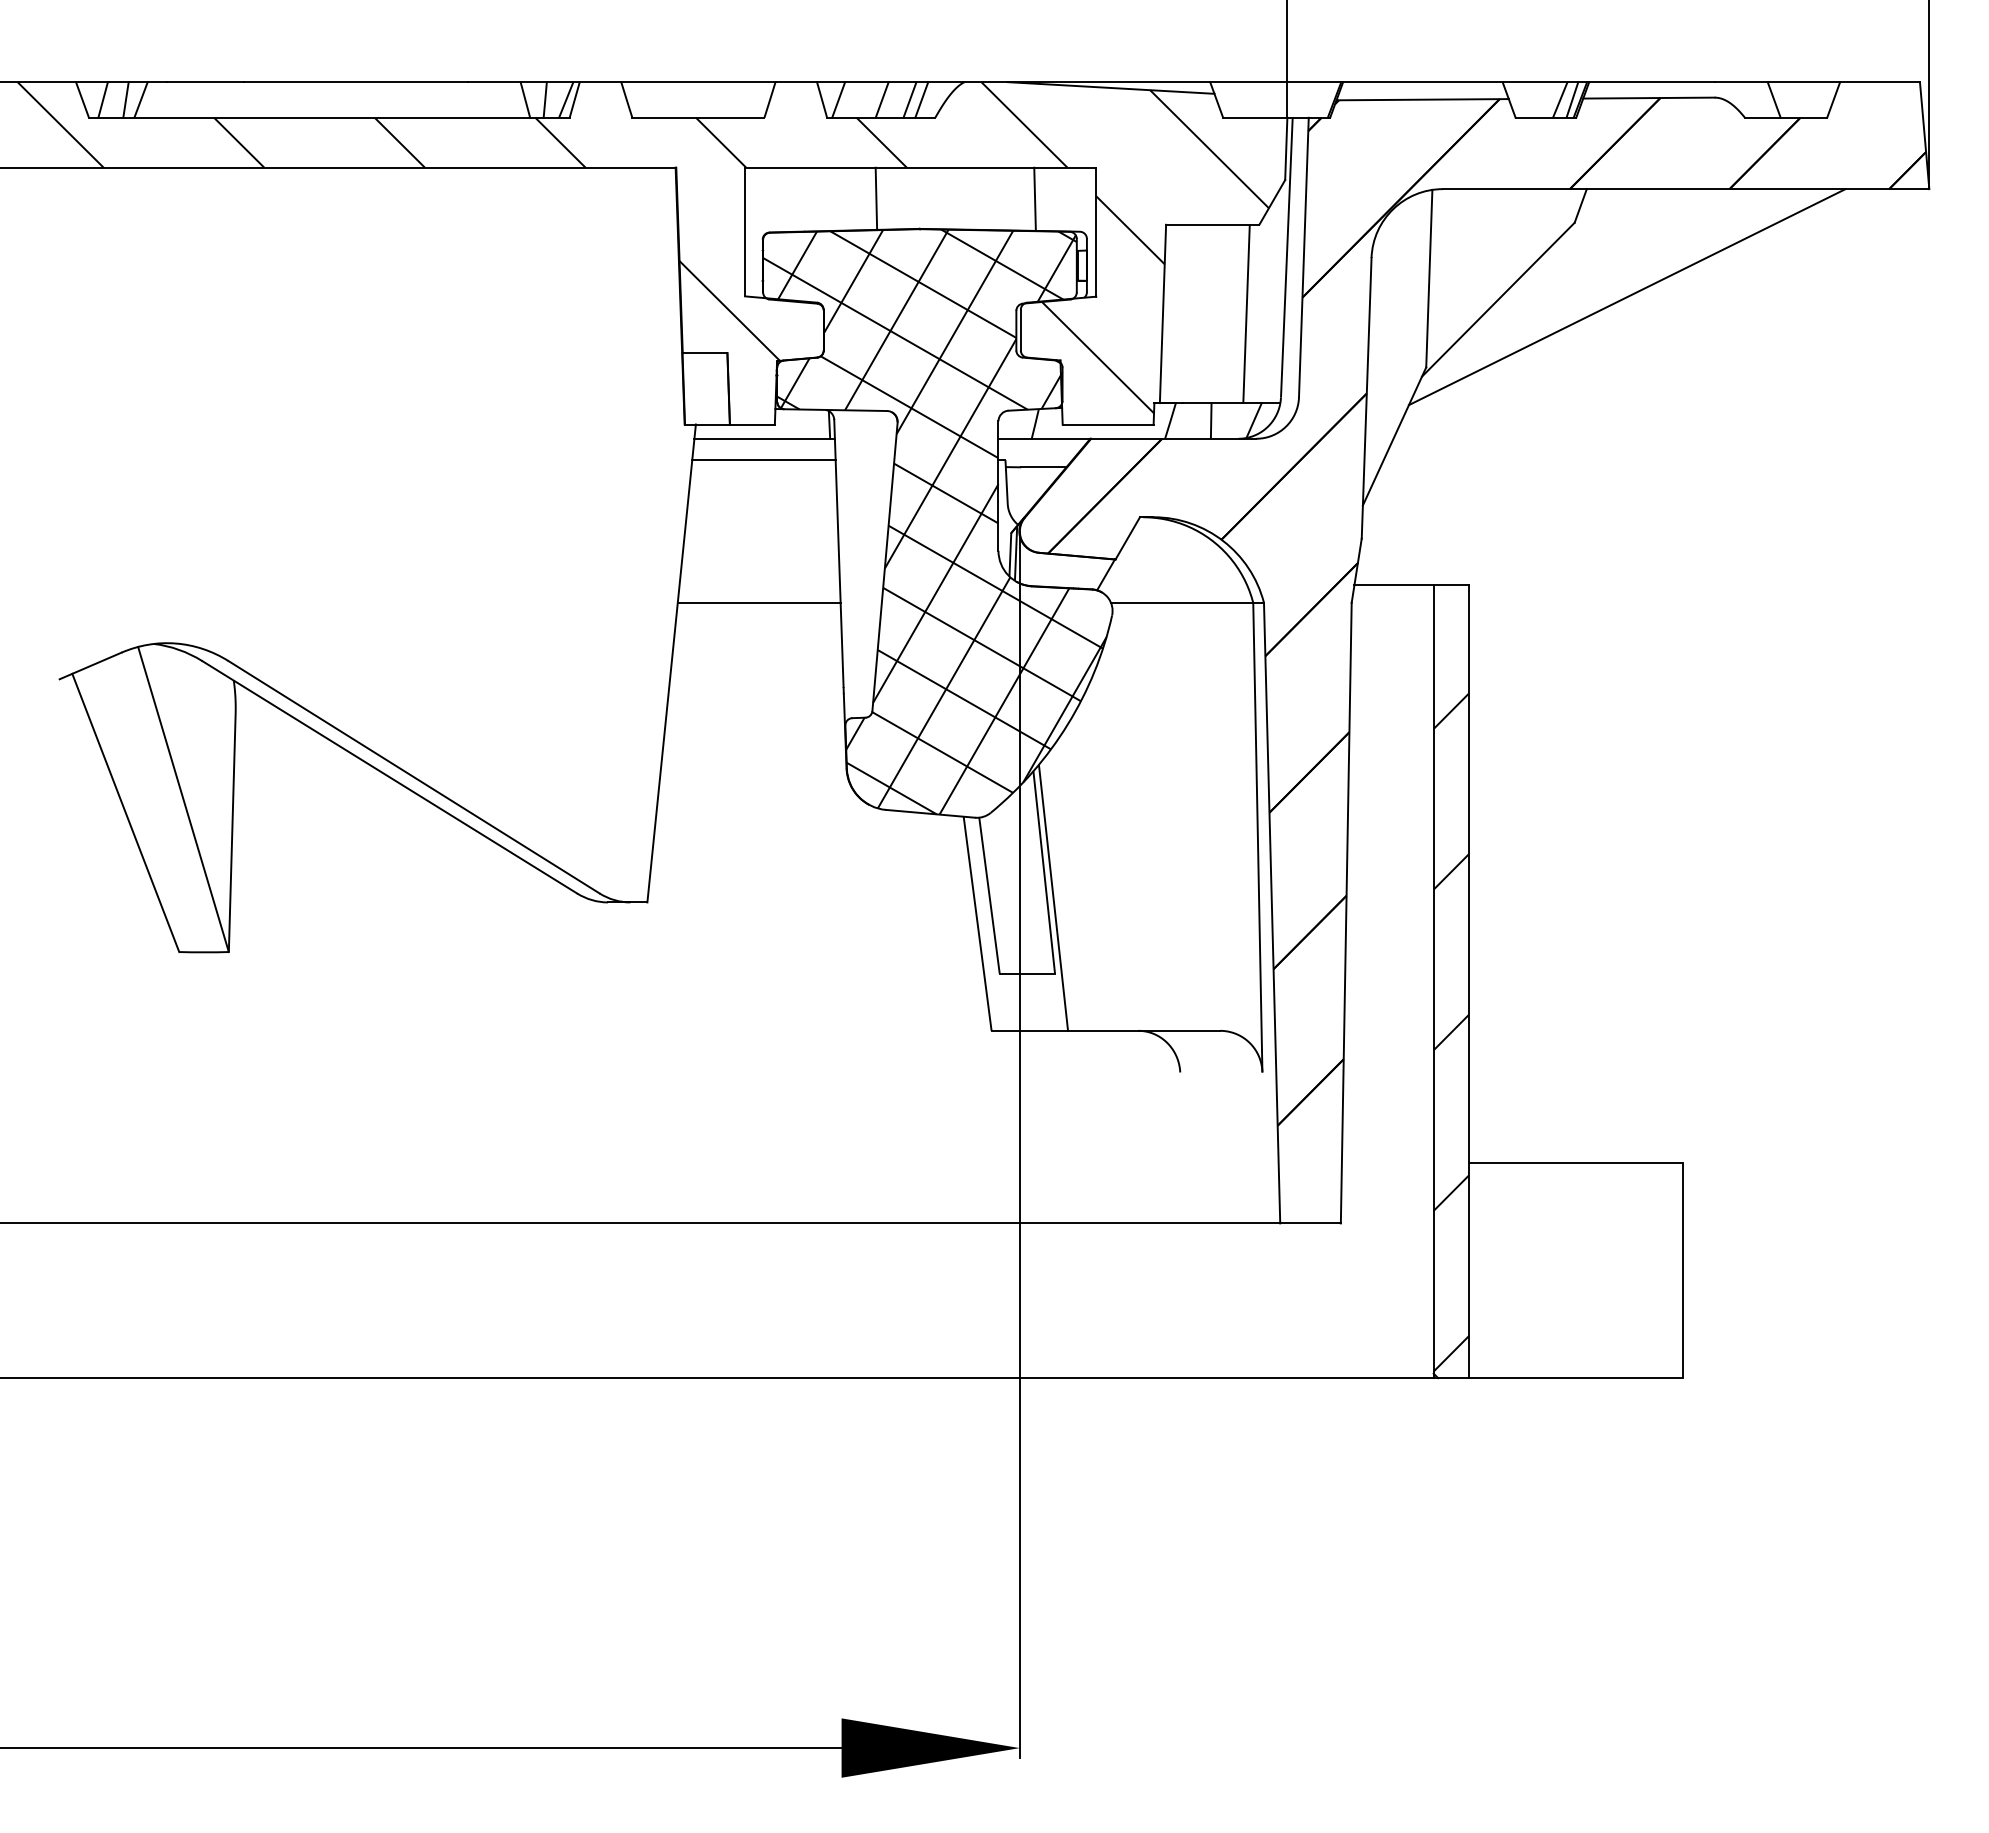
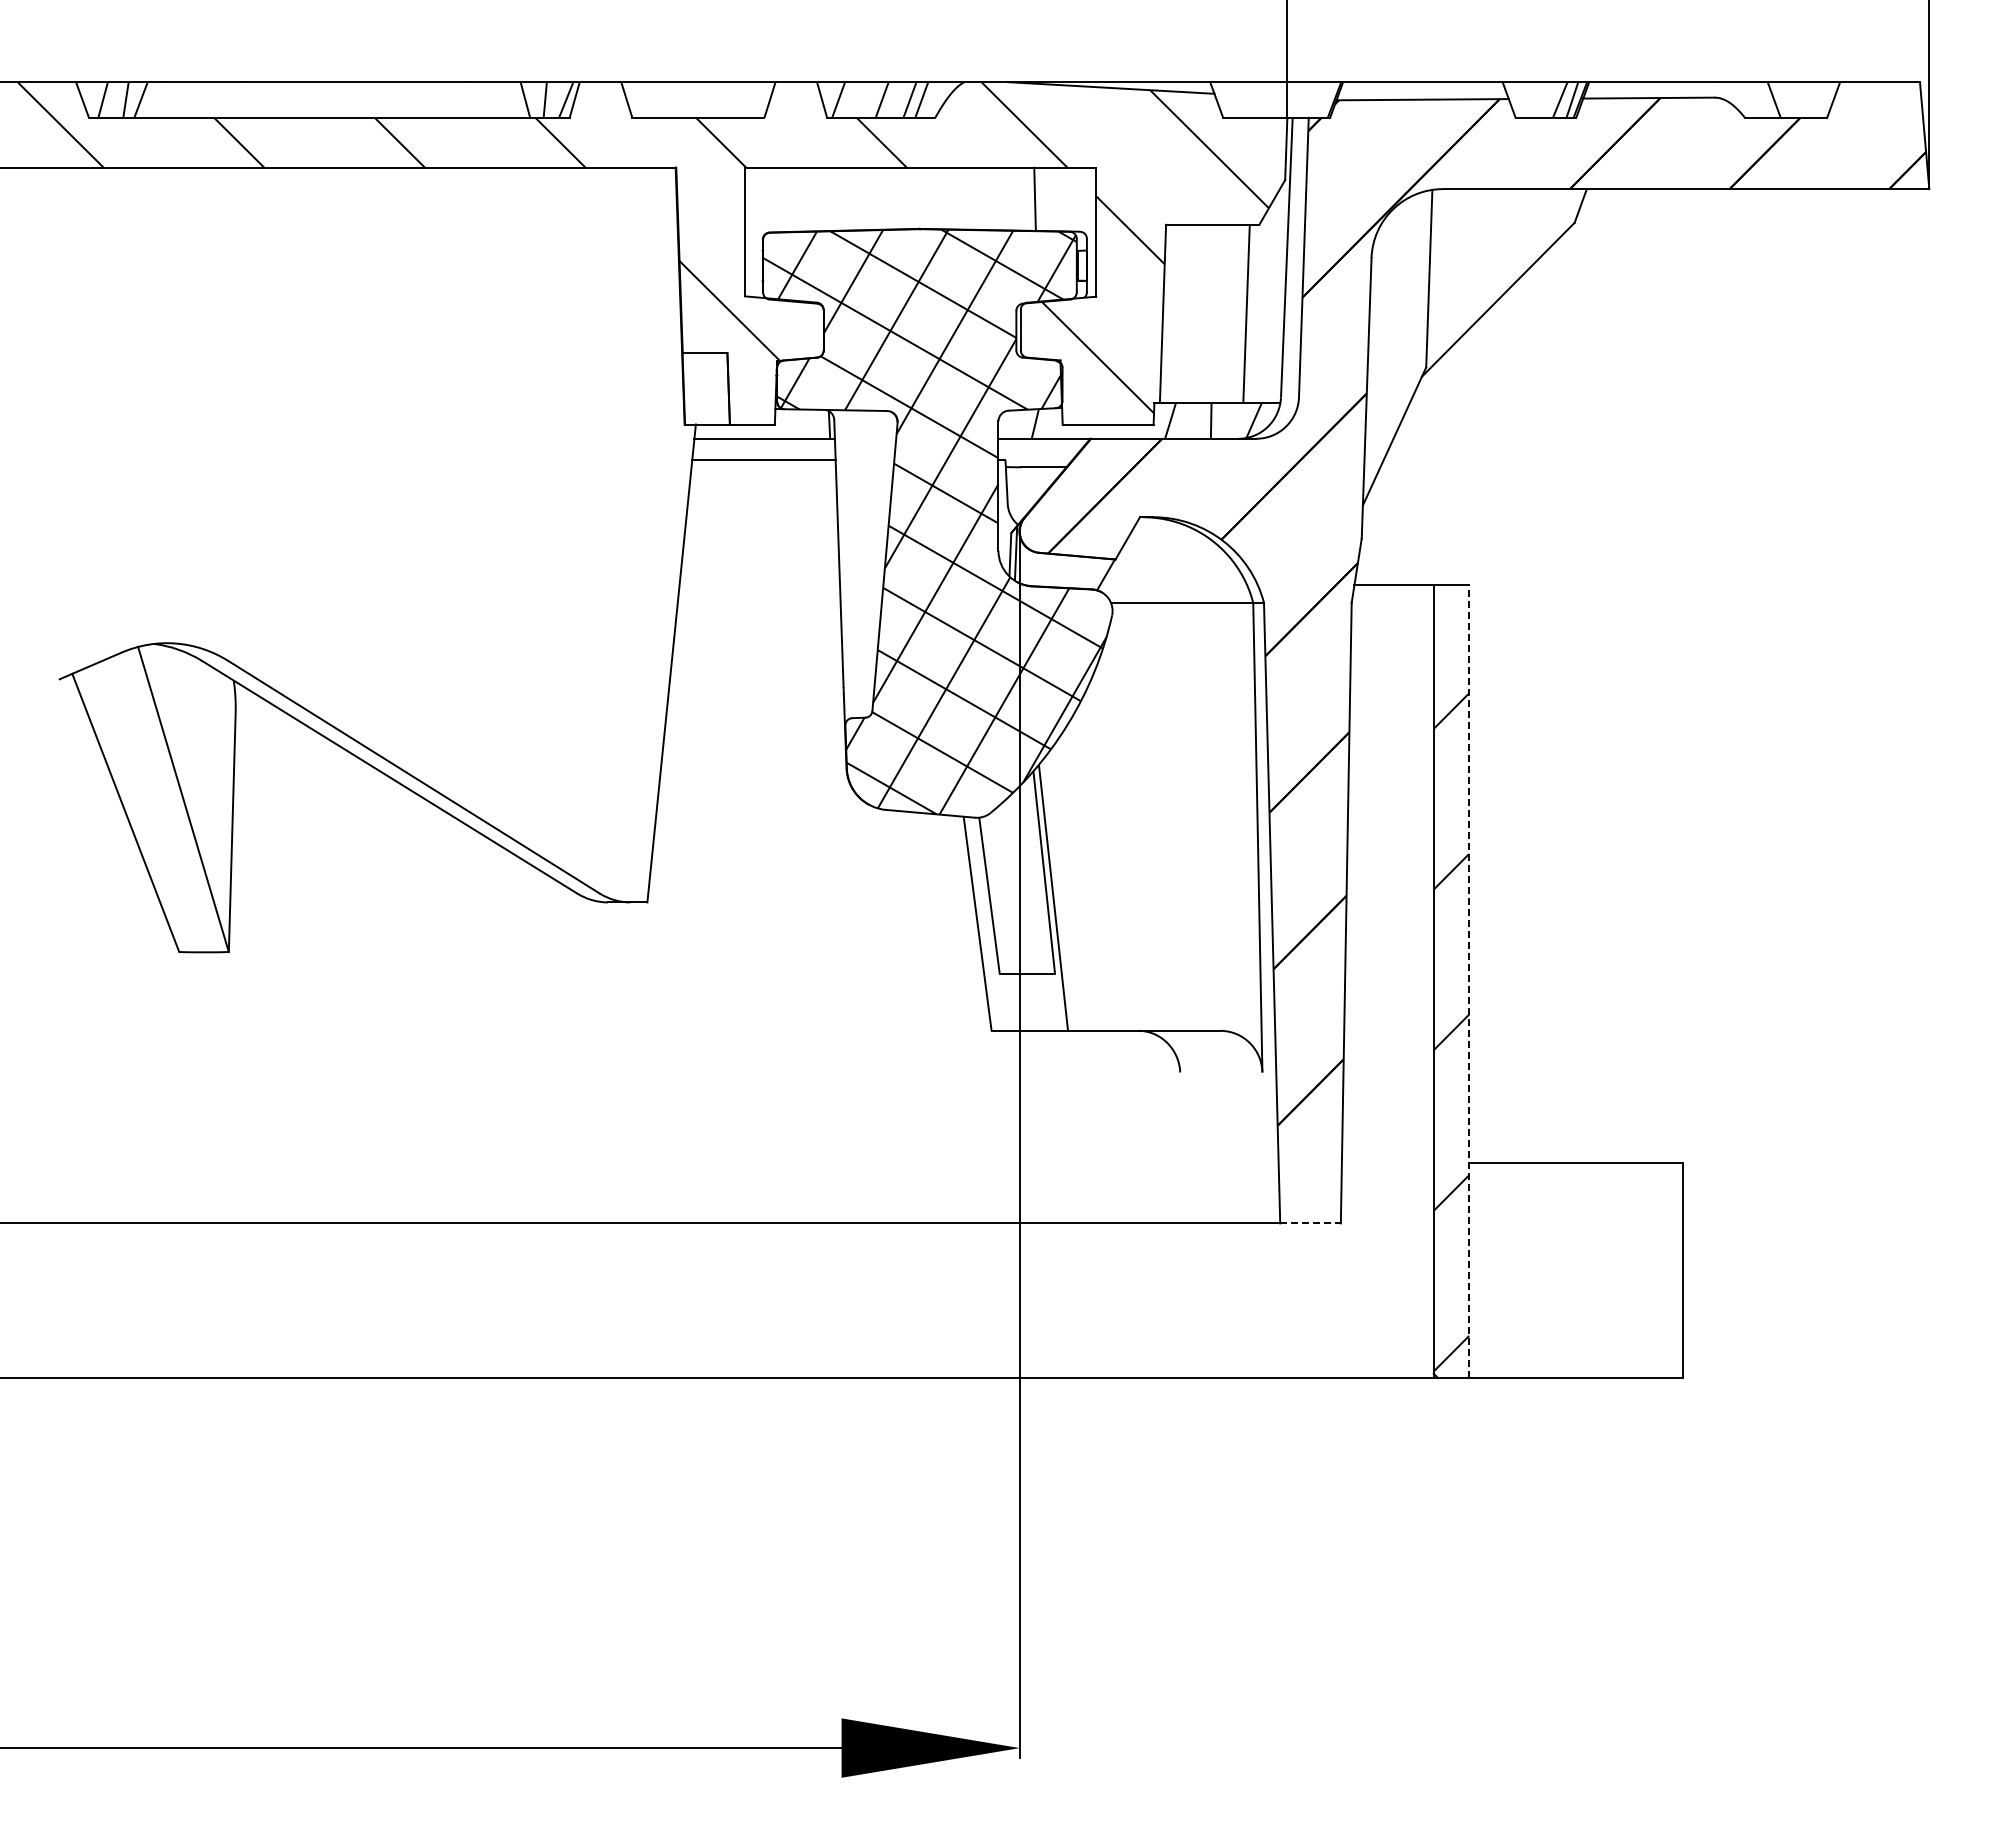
line at (876, 198): present -> none
line at (1626, 297): present -> none
line at (758, 602): present -> none
line at (1469, 981): solid -> dashed
line at (1311, 1223): solid -> dashed
